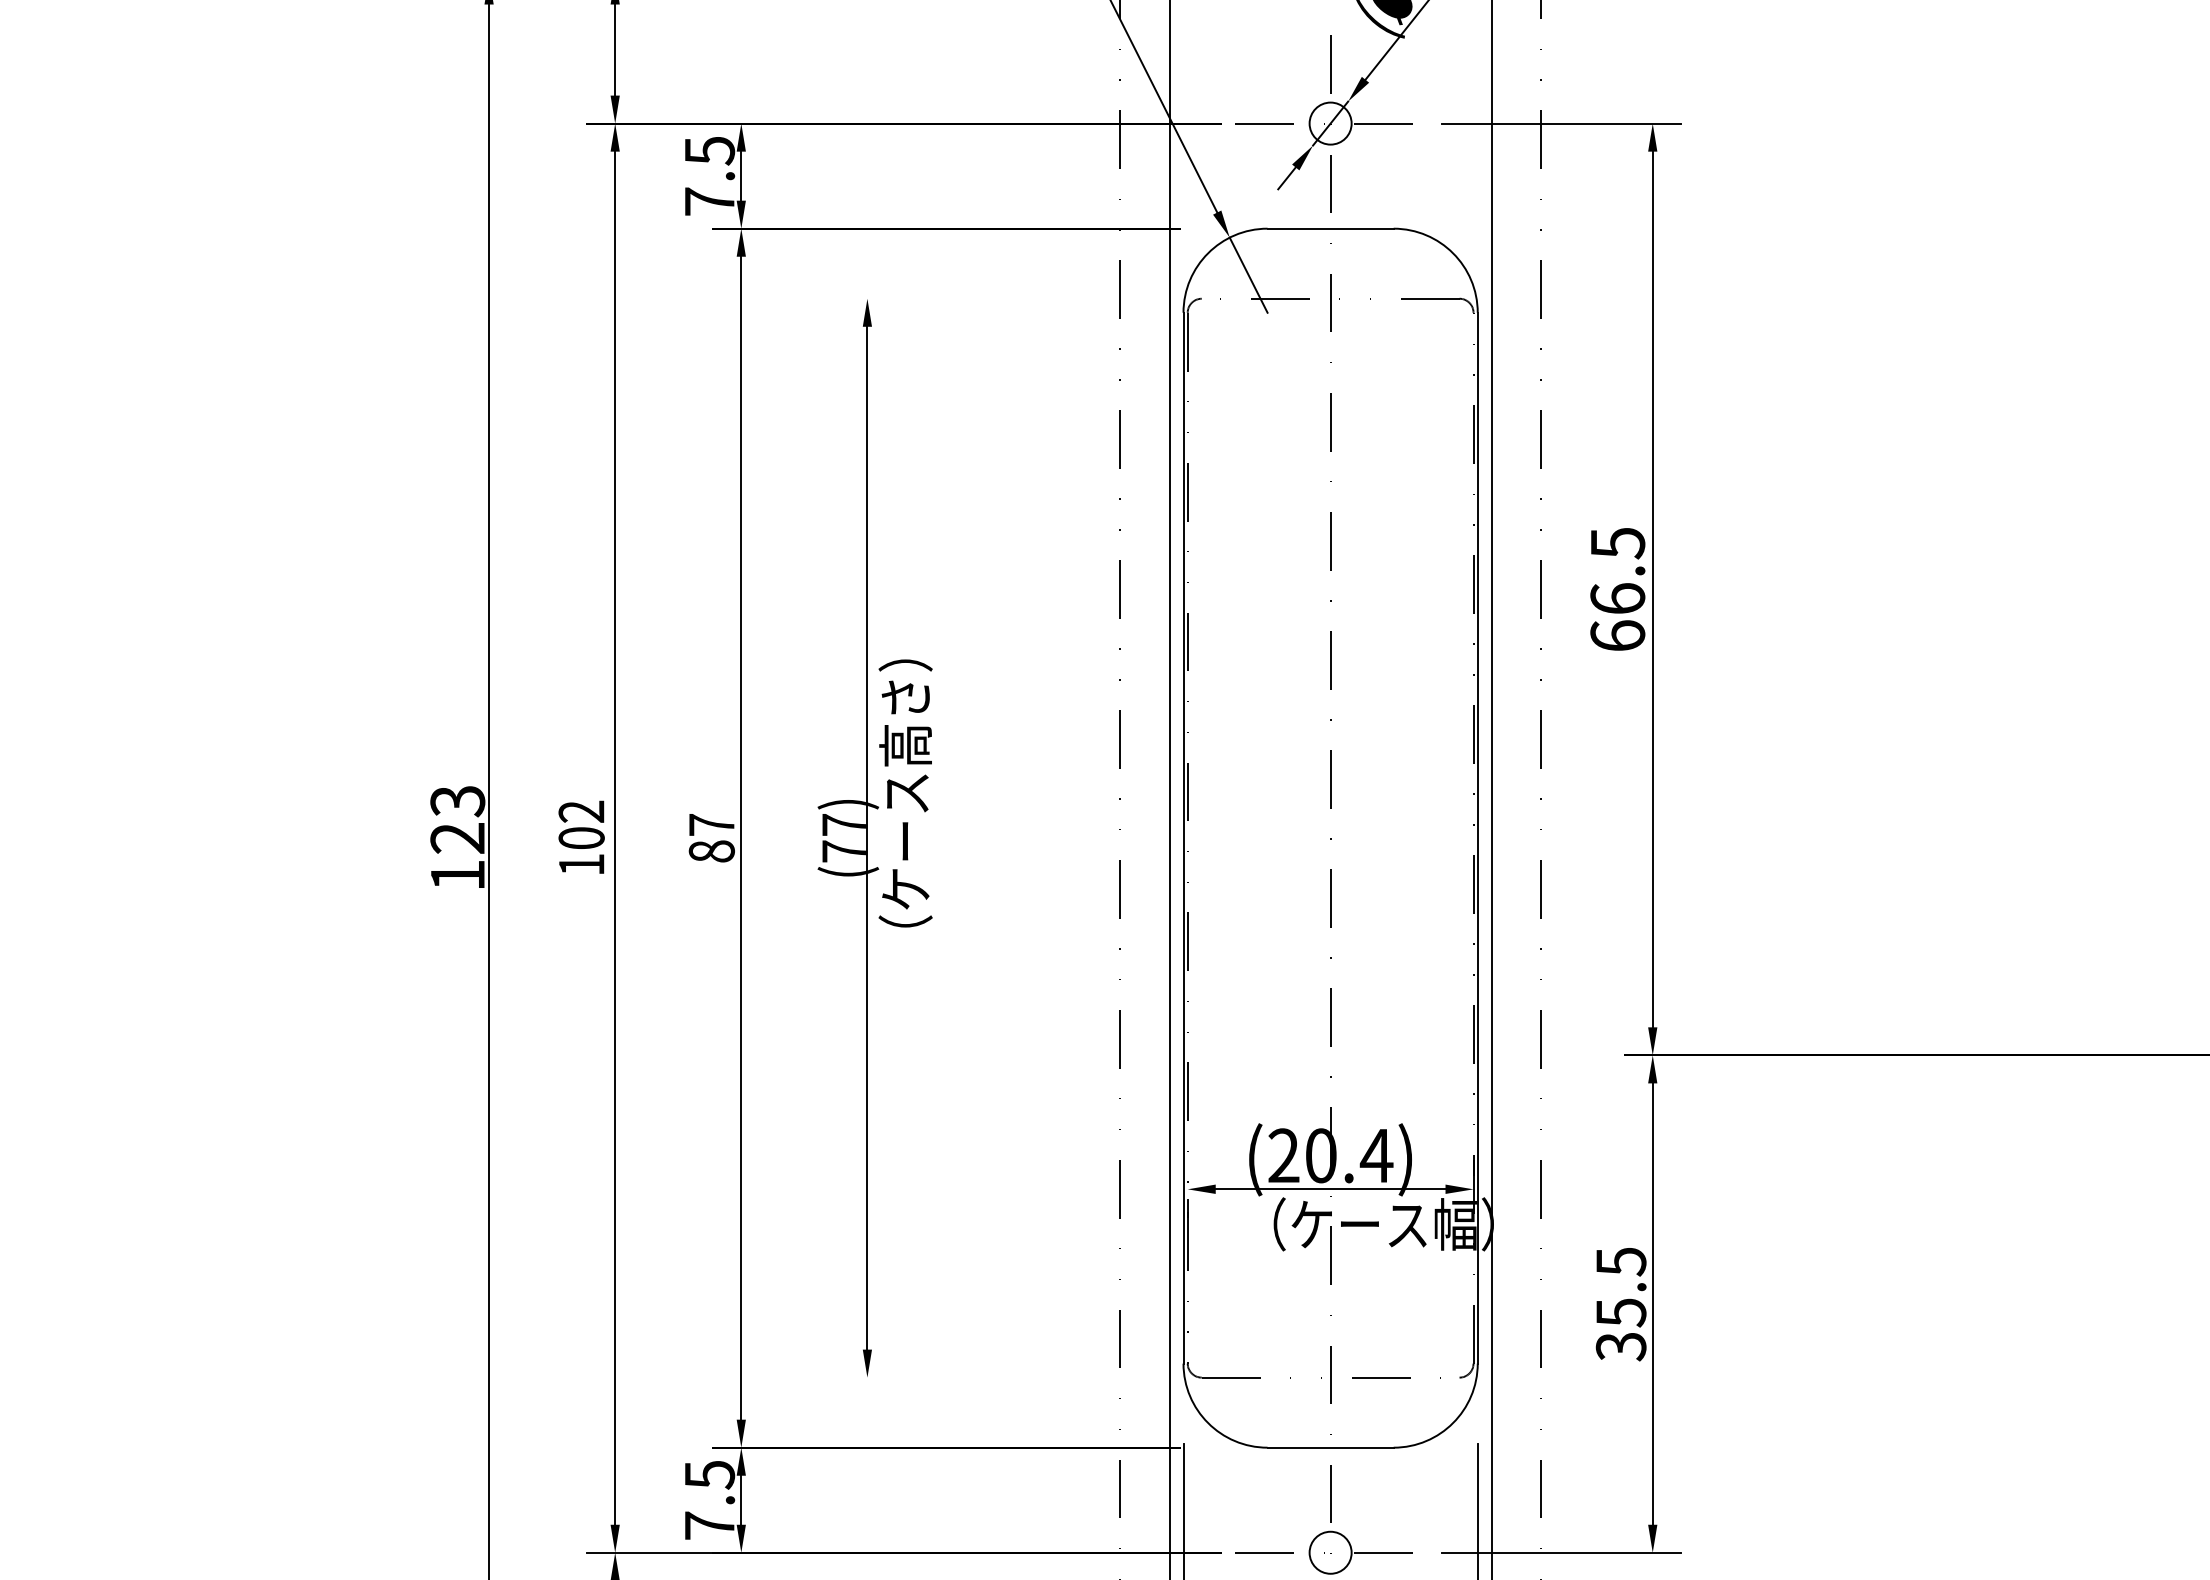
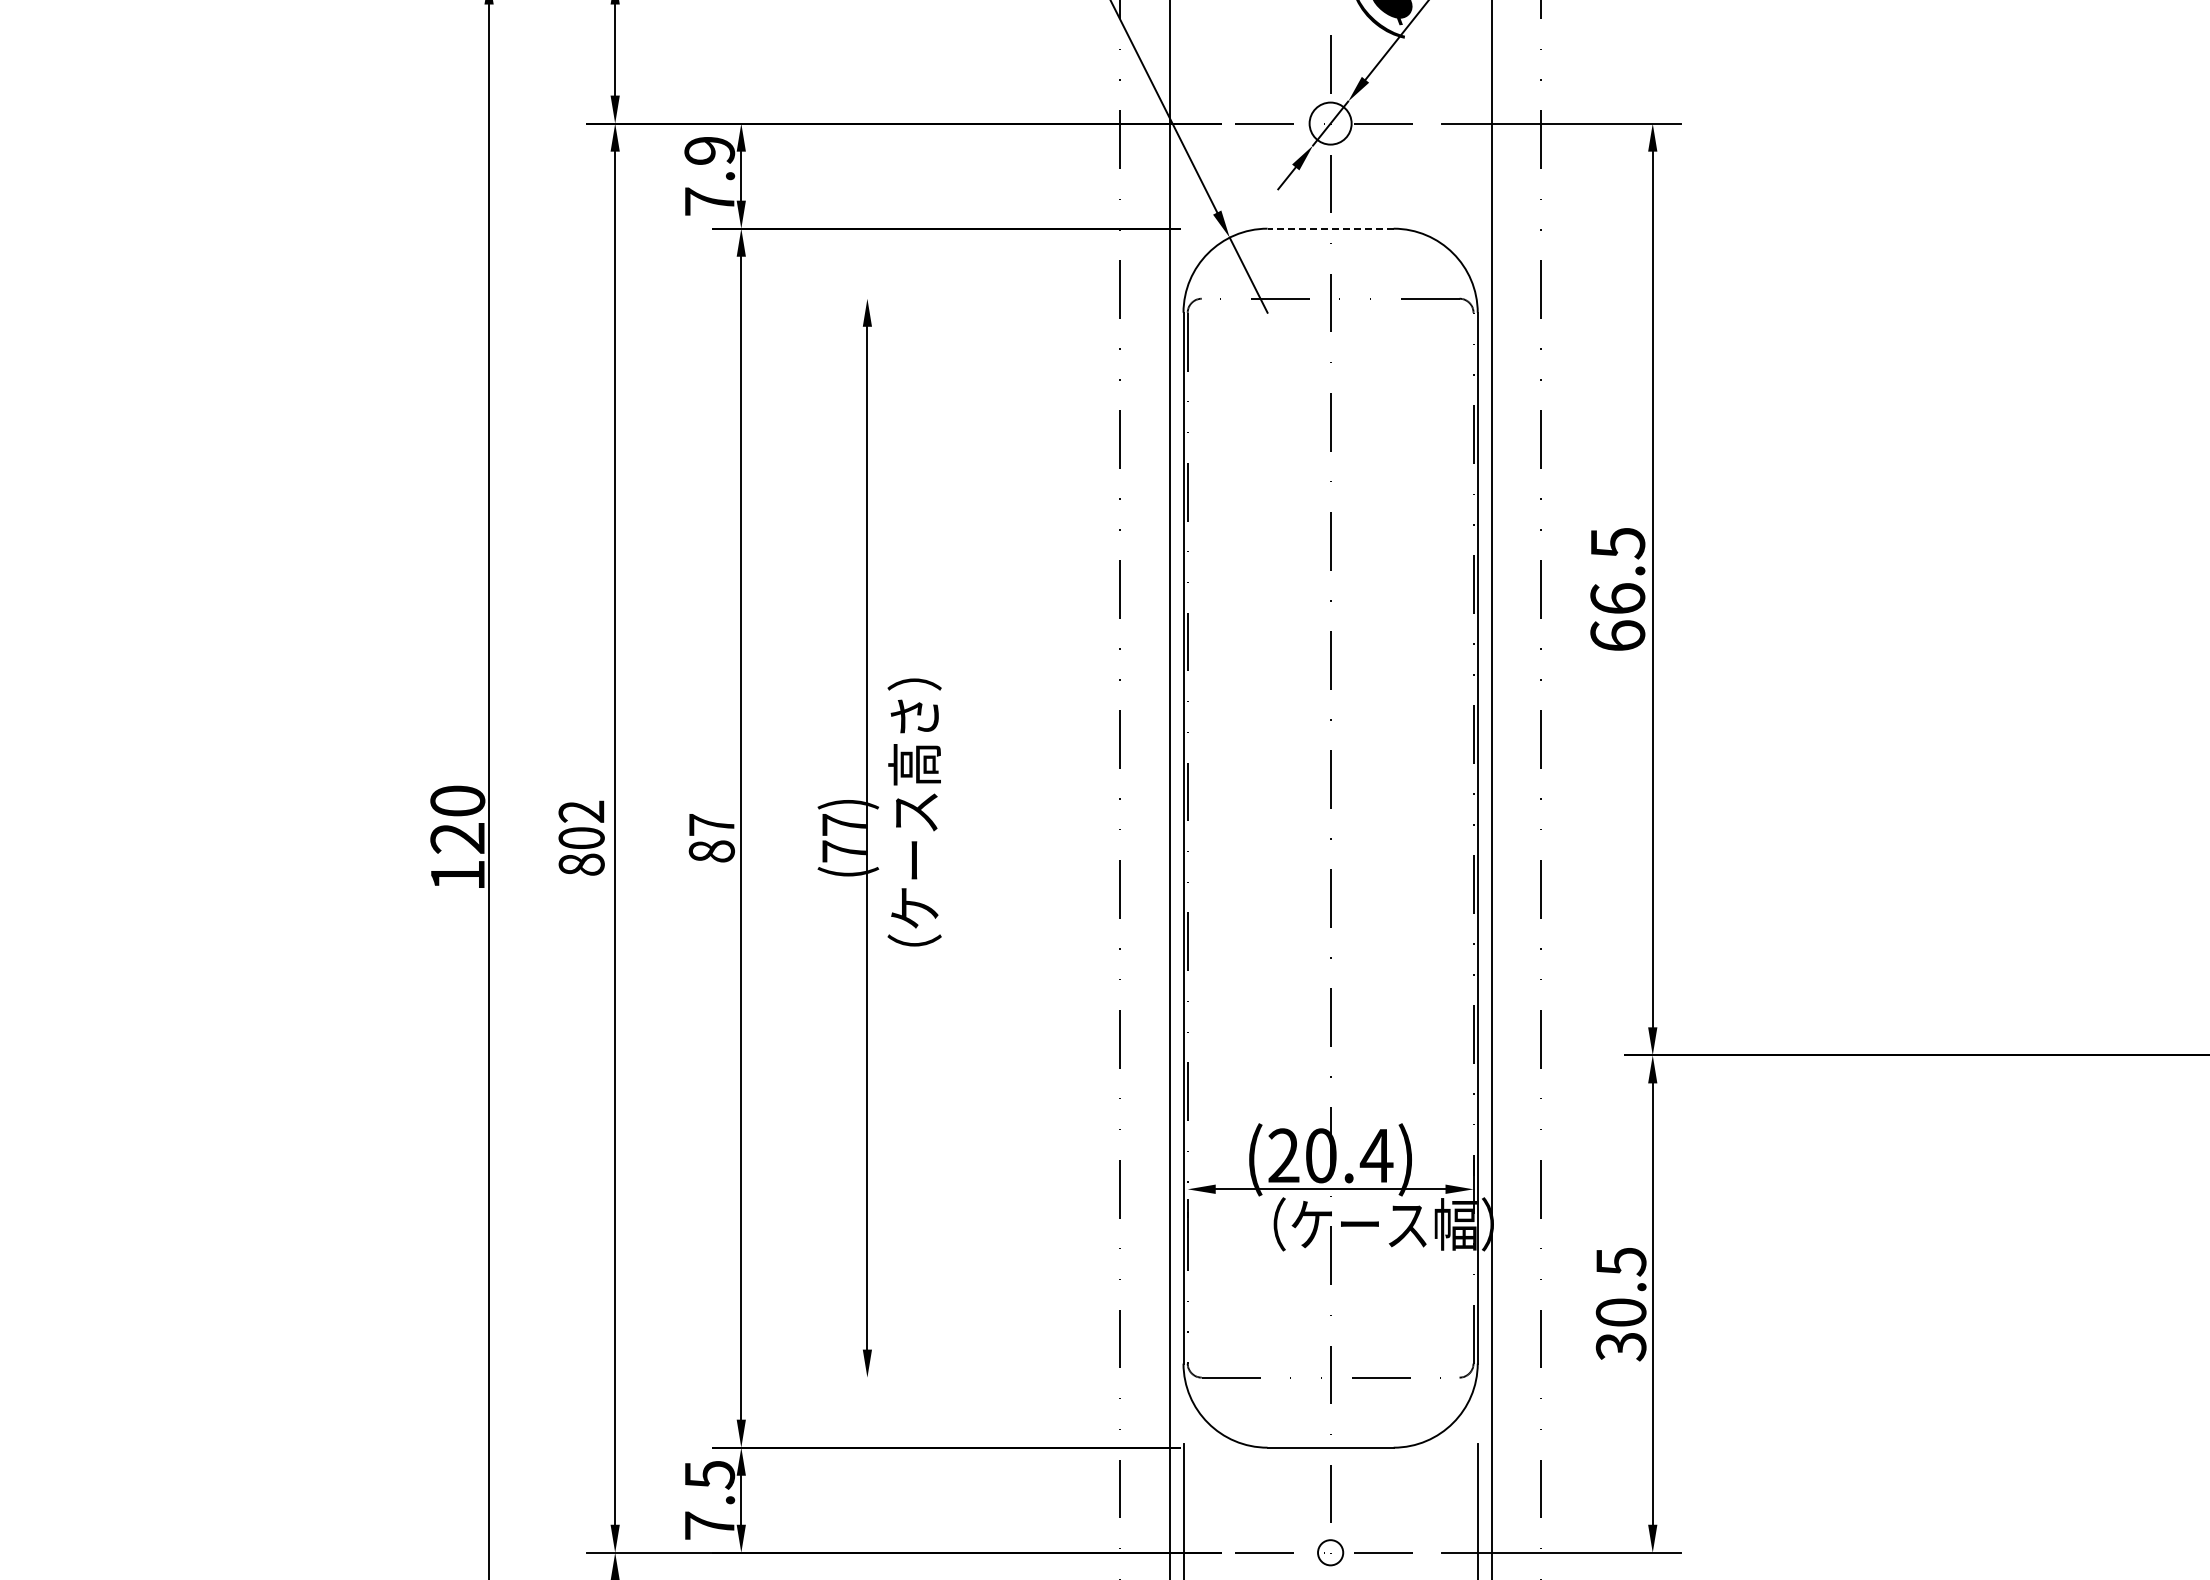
text at (709, 151): 7.5 -> 7.9
line at (1330, 228): solid -> dashed
text at (905, 793) position: (905, 793) -> (914, 812)
text at (457, 801): 123 -> 120
text at (581, 864): 102 -> 802
text at (1620, 1312): 35.5 -> 30.5
circle at (1330, 1552) diameter: 42 px -> 25 px
